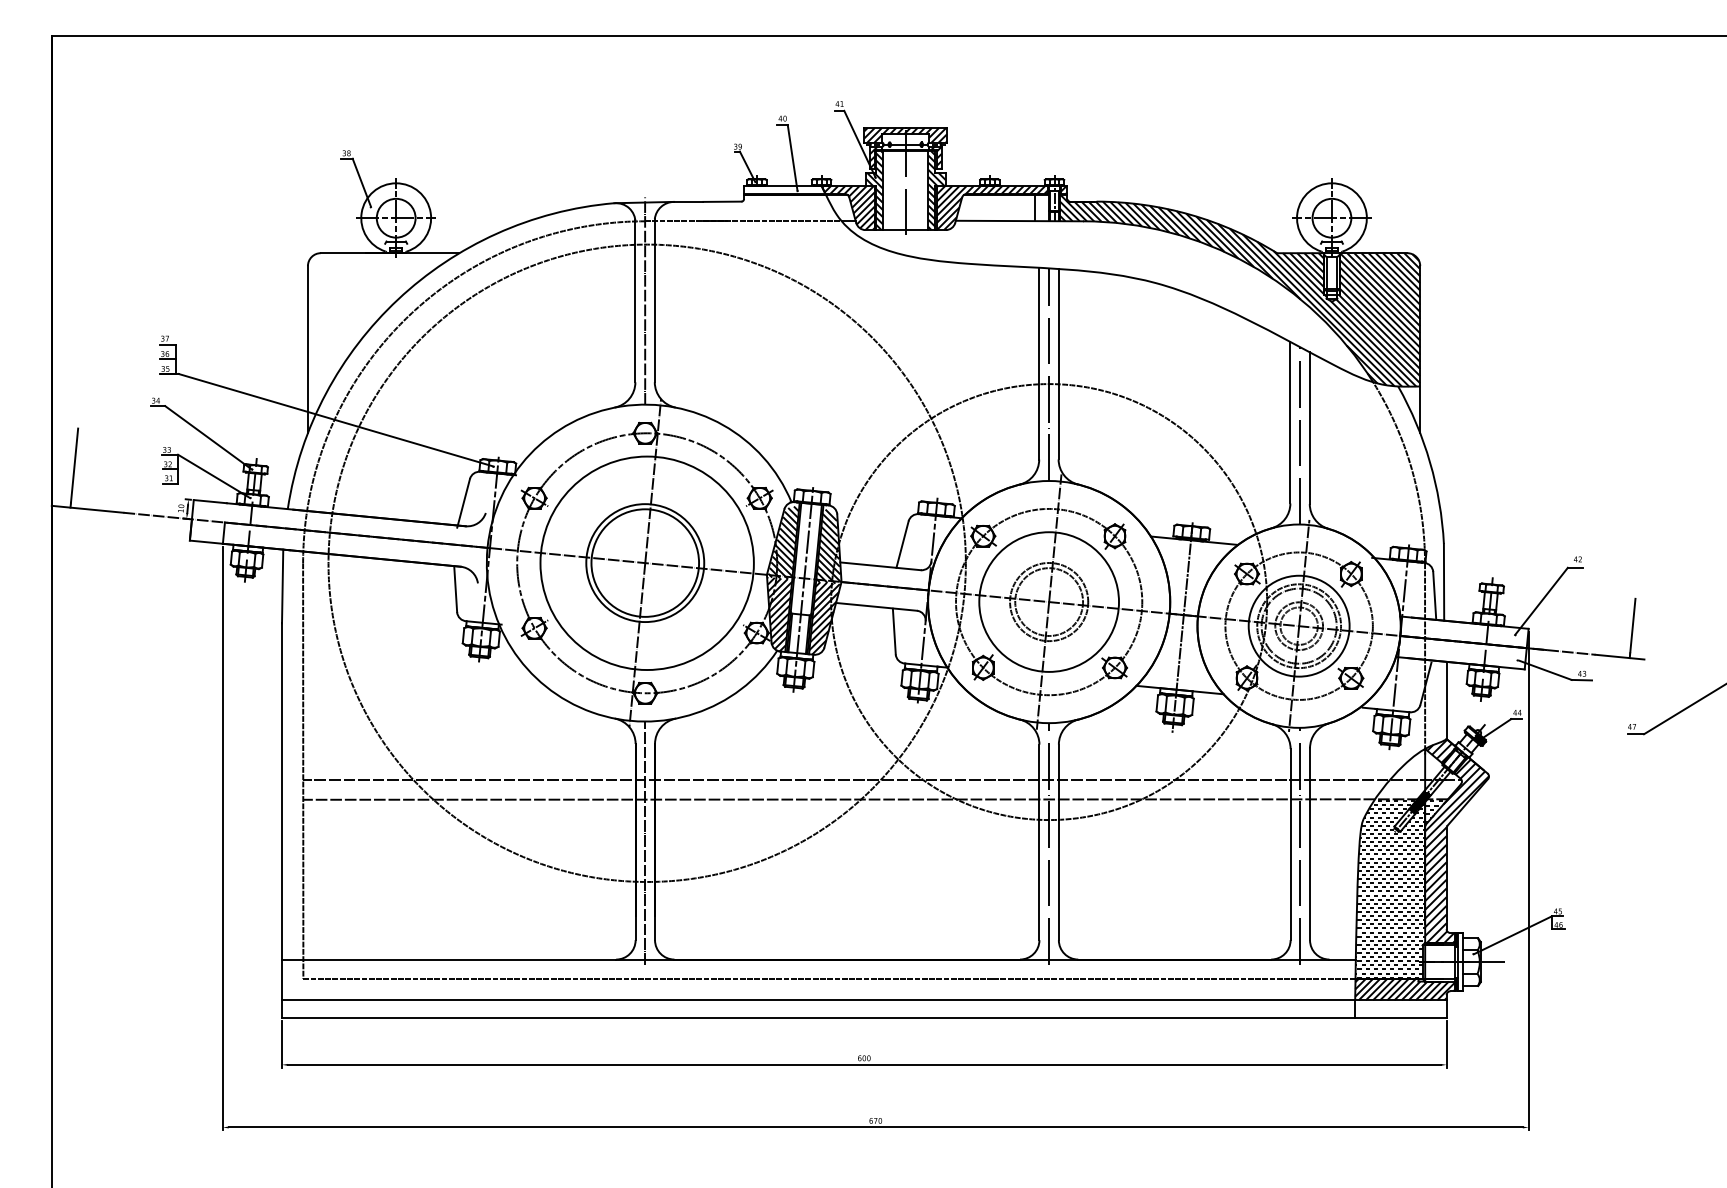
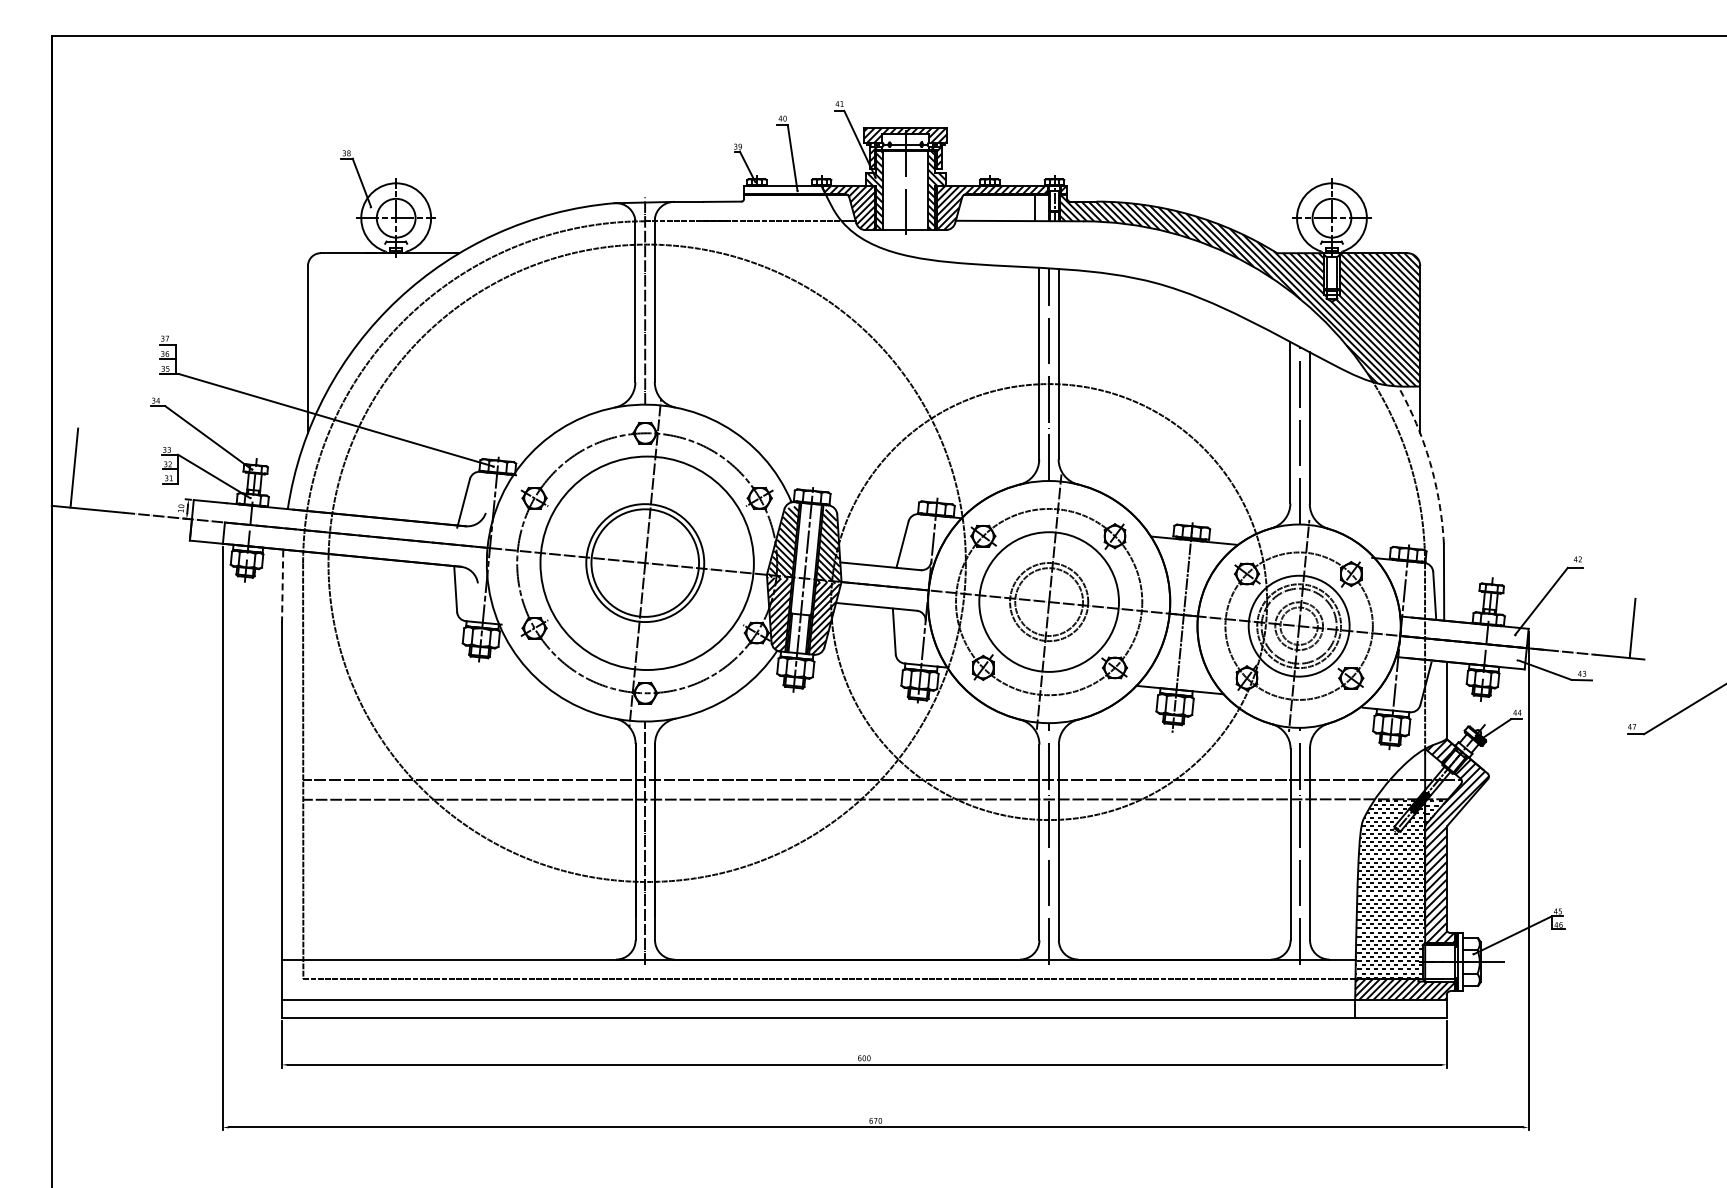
arc at (1430, 462): solid -> dashed
line at (282, 586): solid -> dashed
